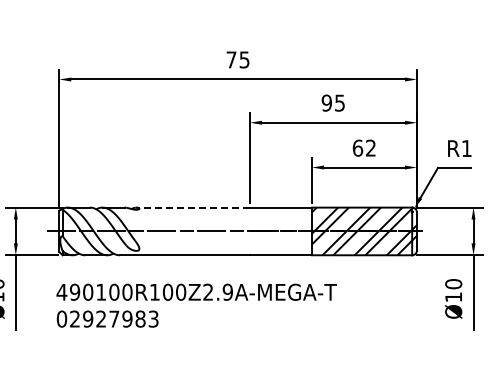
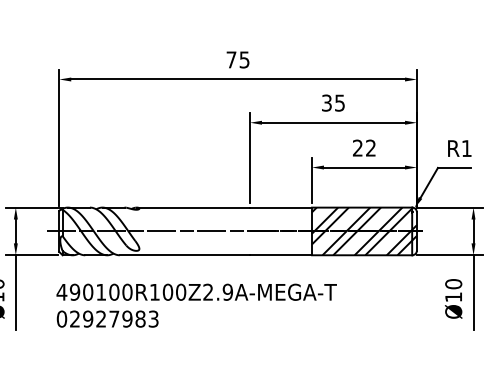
text at (326, 102): 95 -> 35
text at (357, 147): 62 -> 22
line at (193, 207): dashed -> solid
